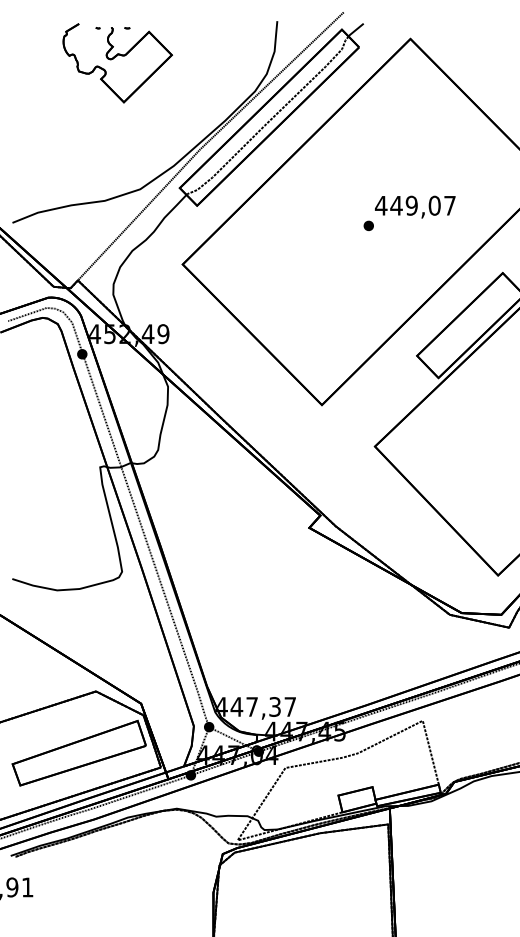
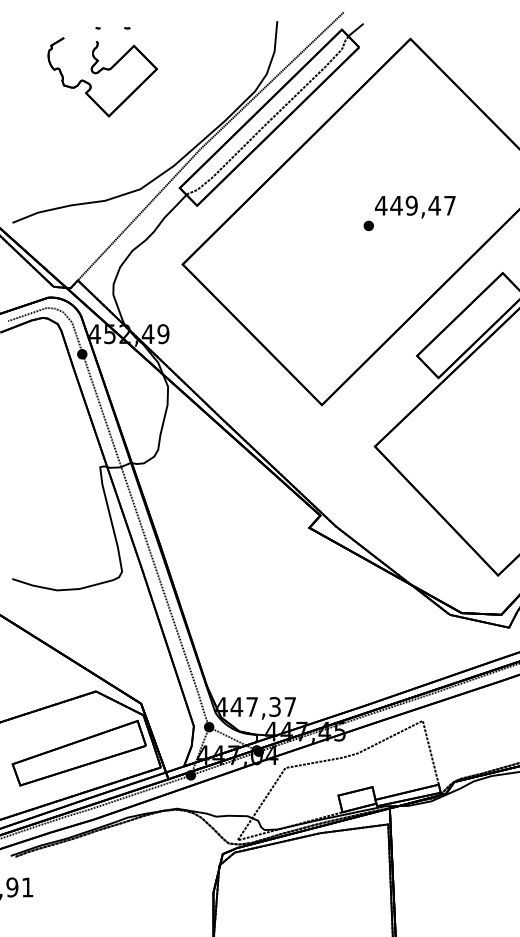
part at (117, 63) position: (117, 63) -> (102, 77)
text at (434, 205): 449,07 -> 449,47
